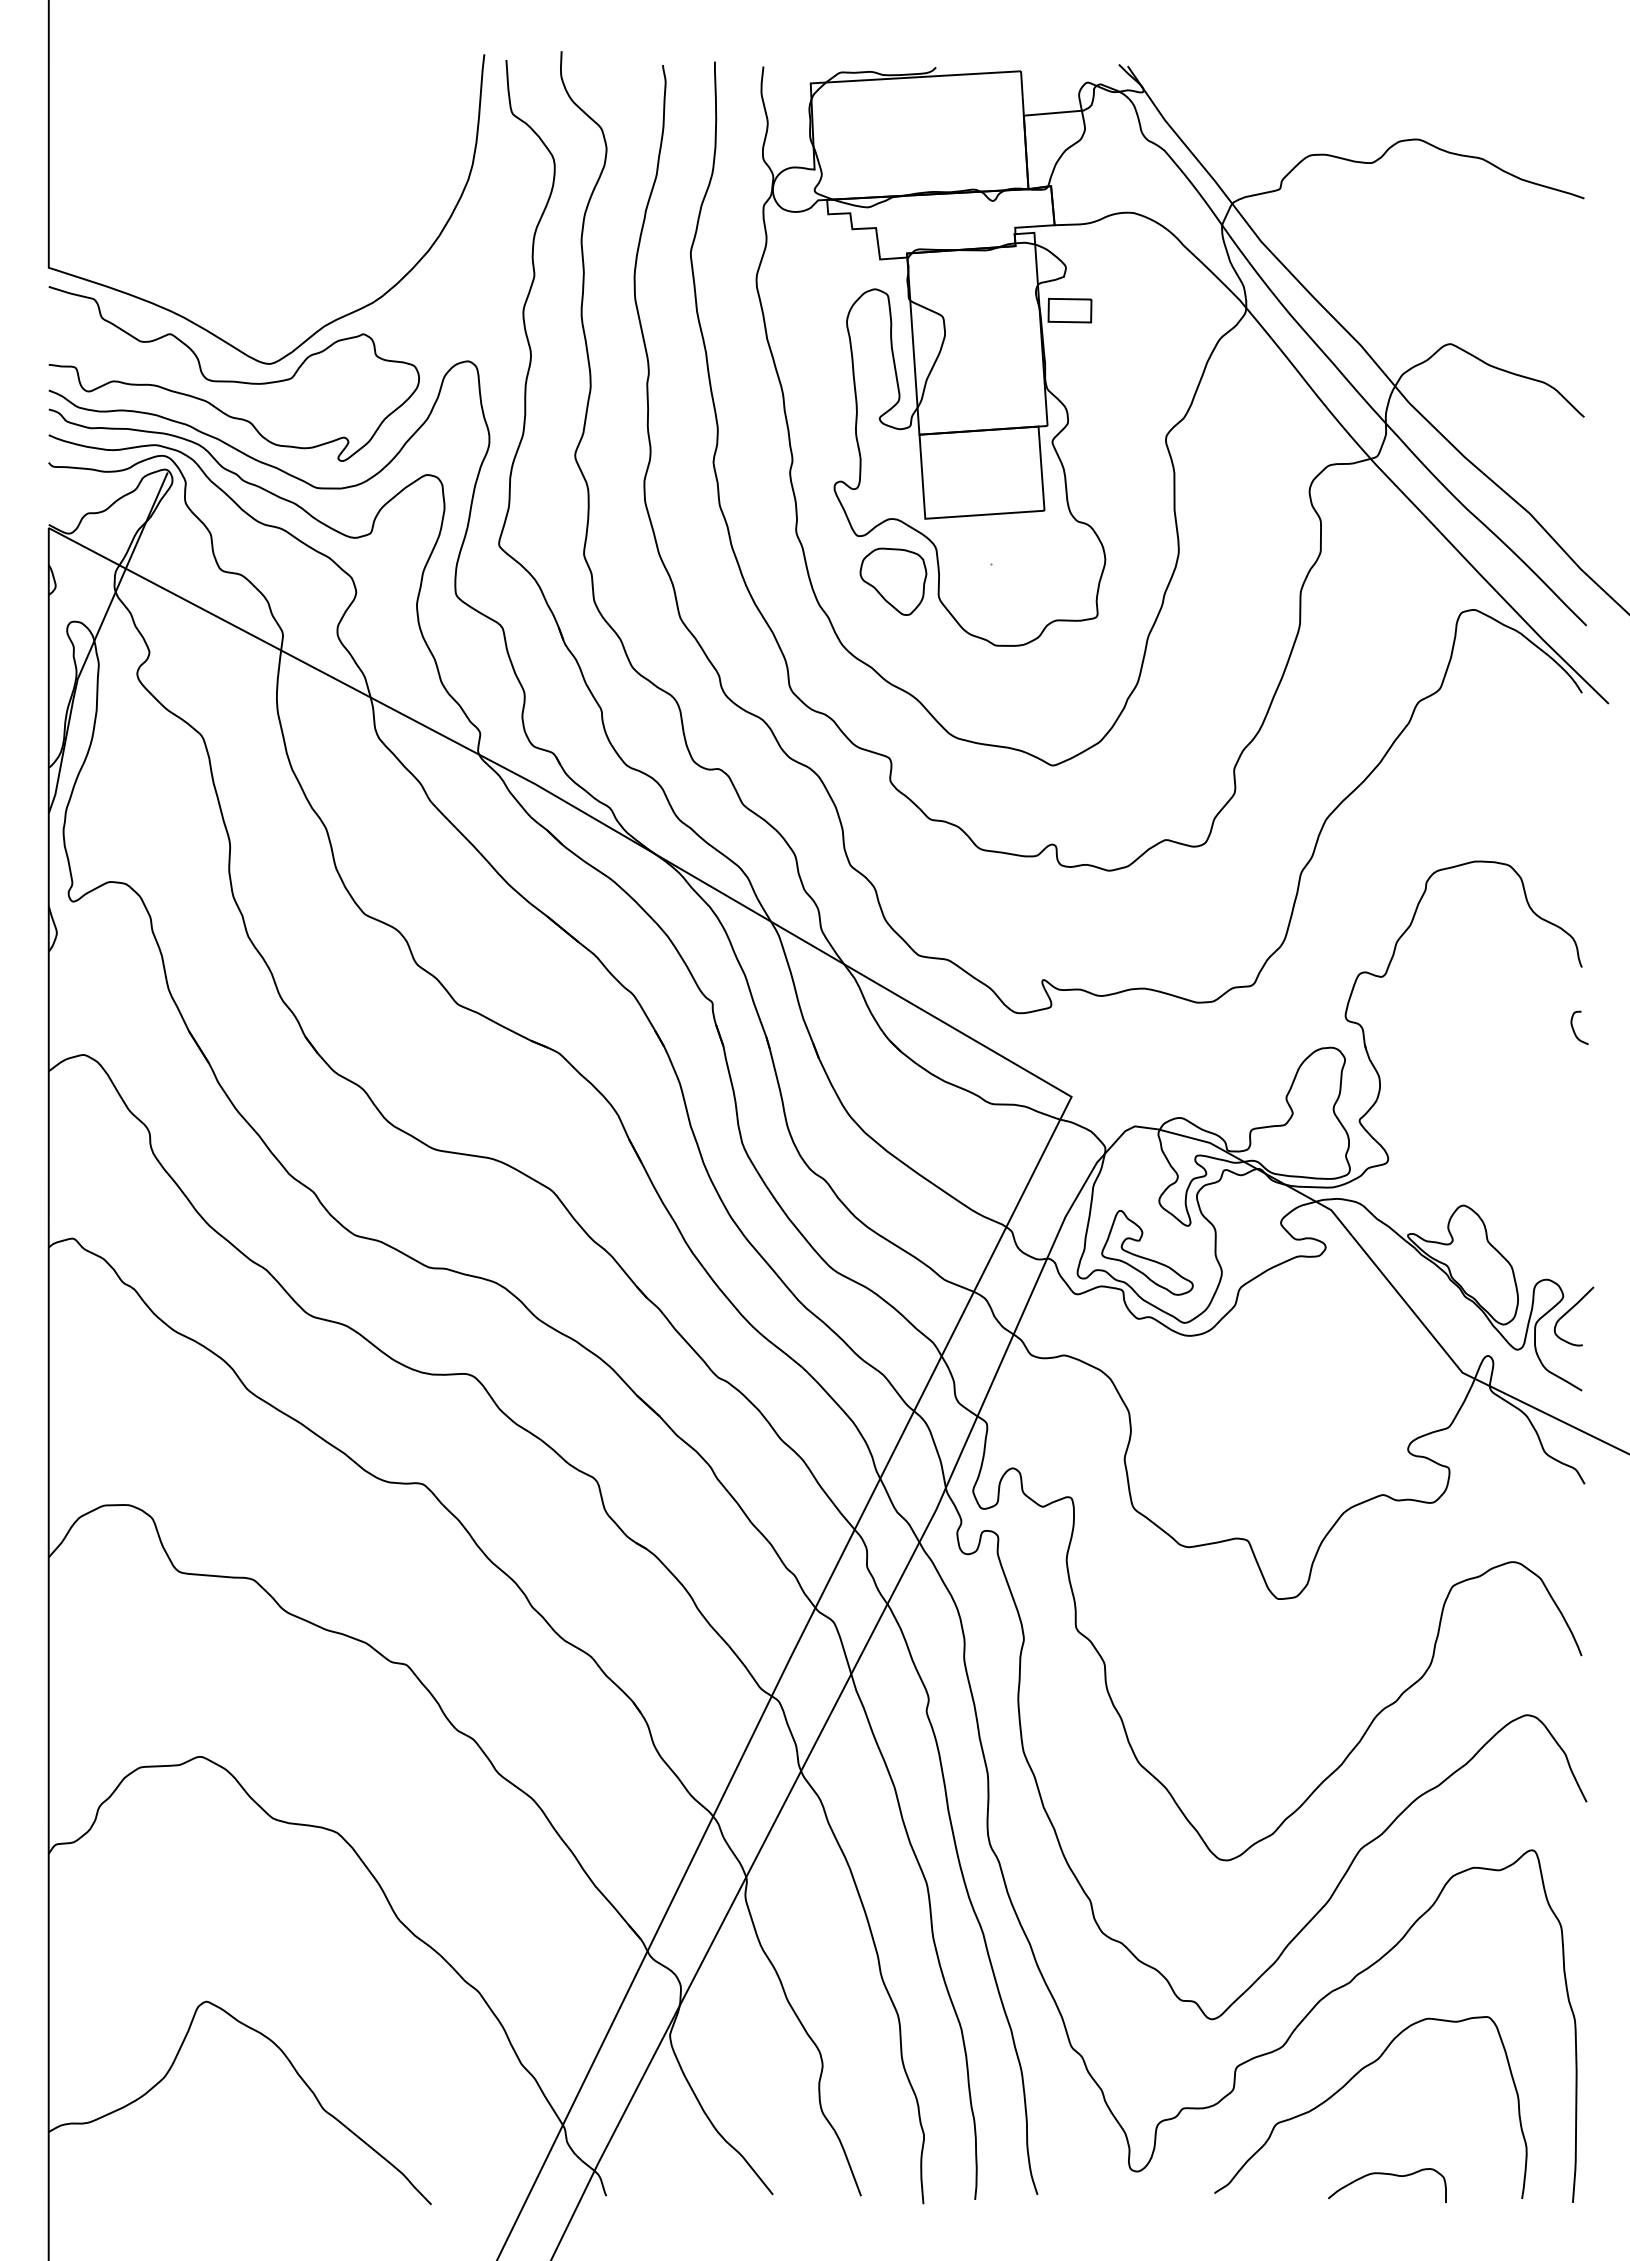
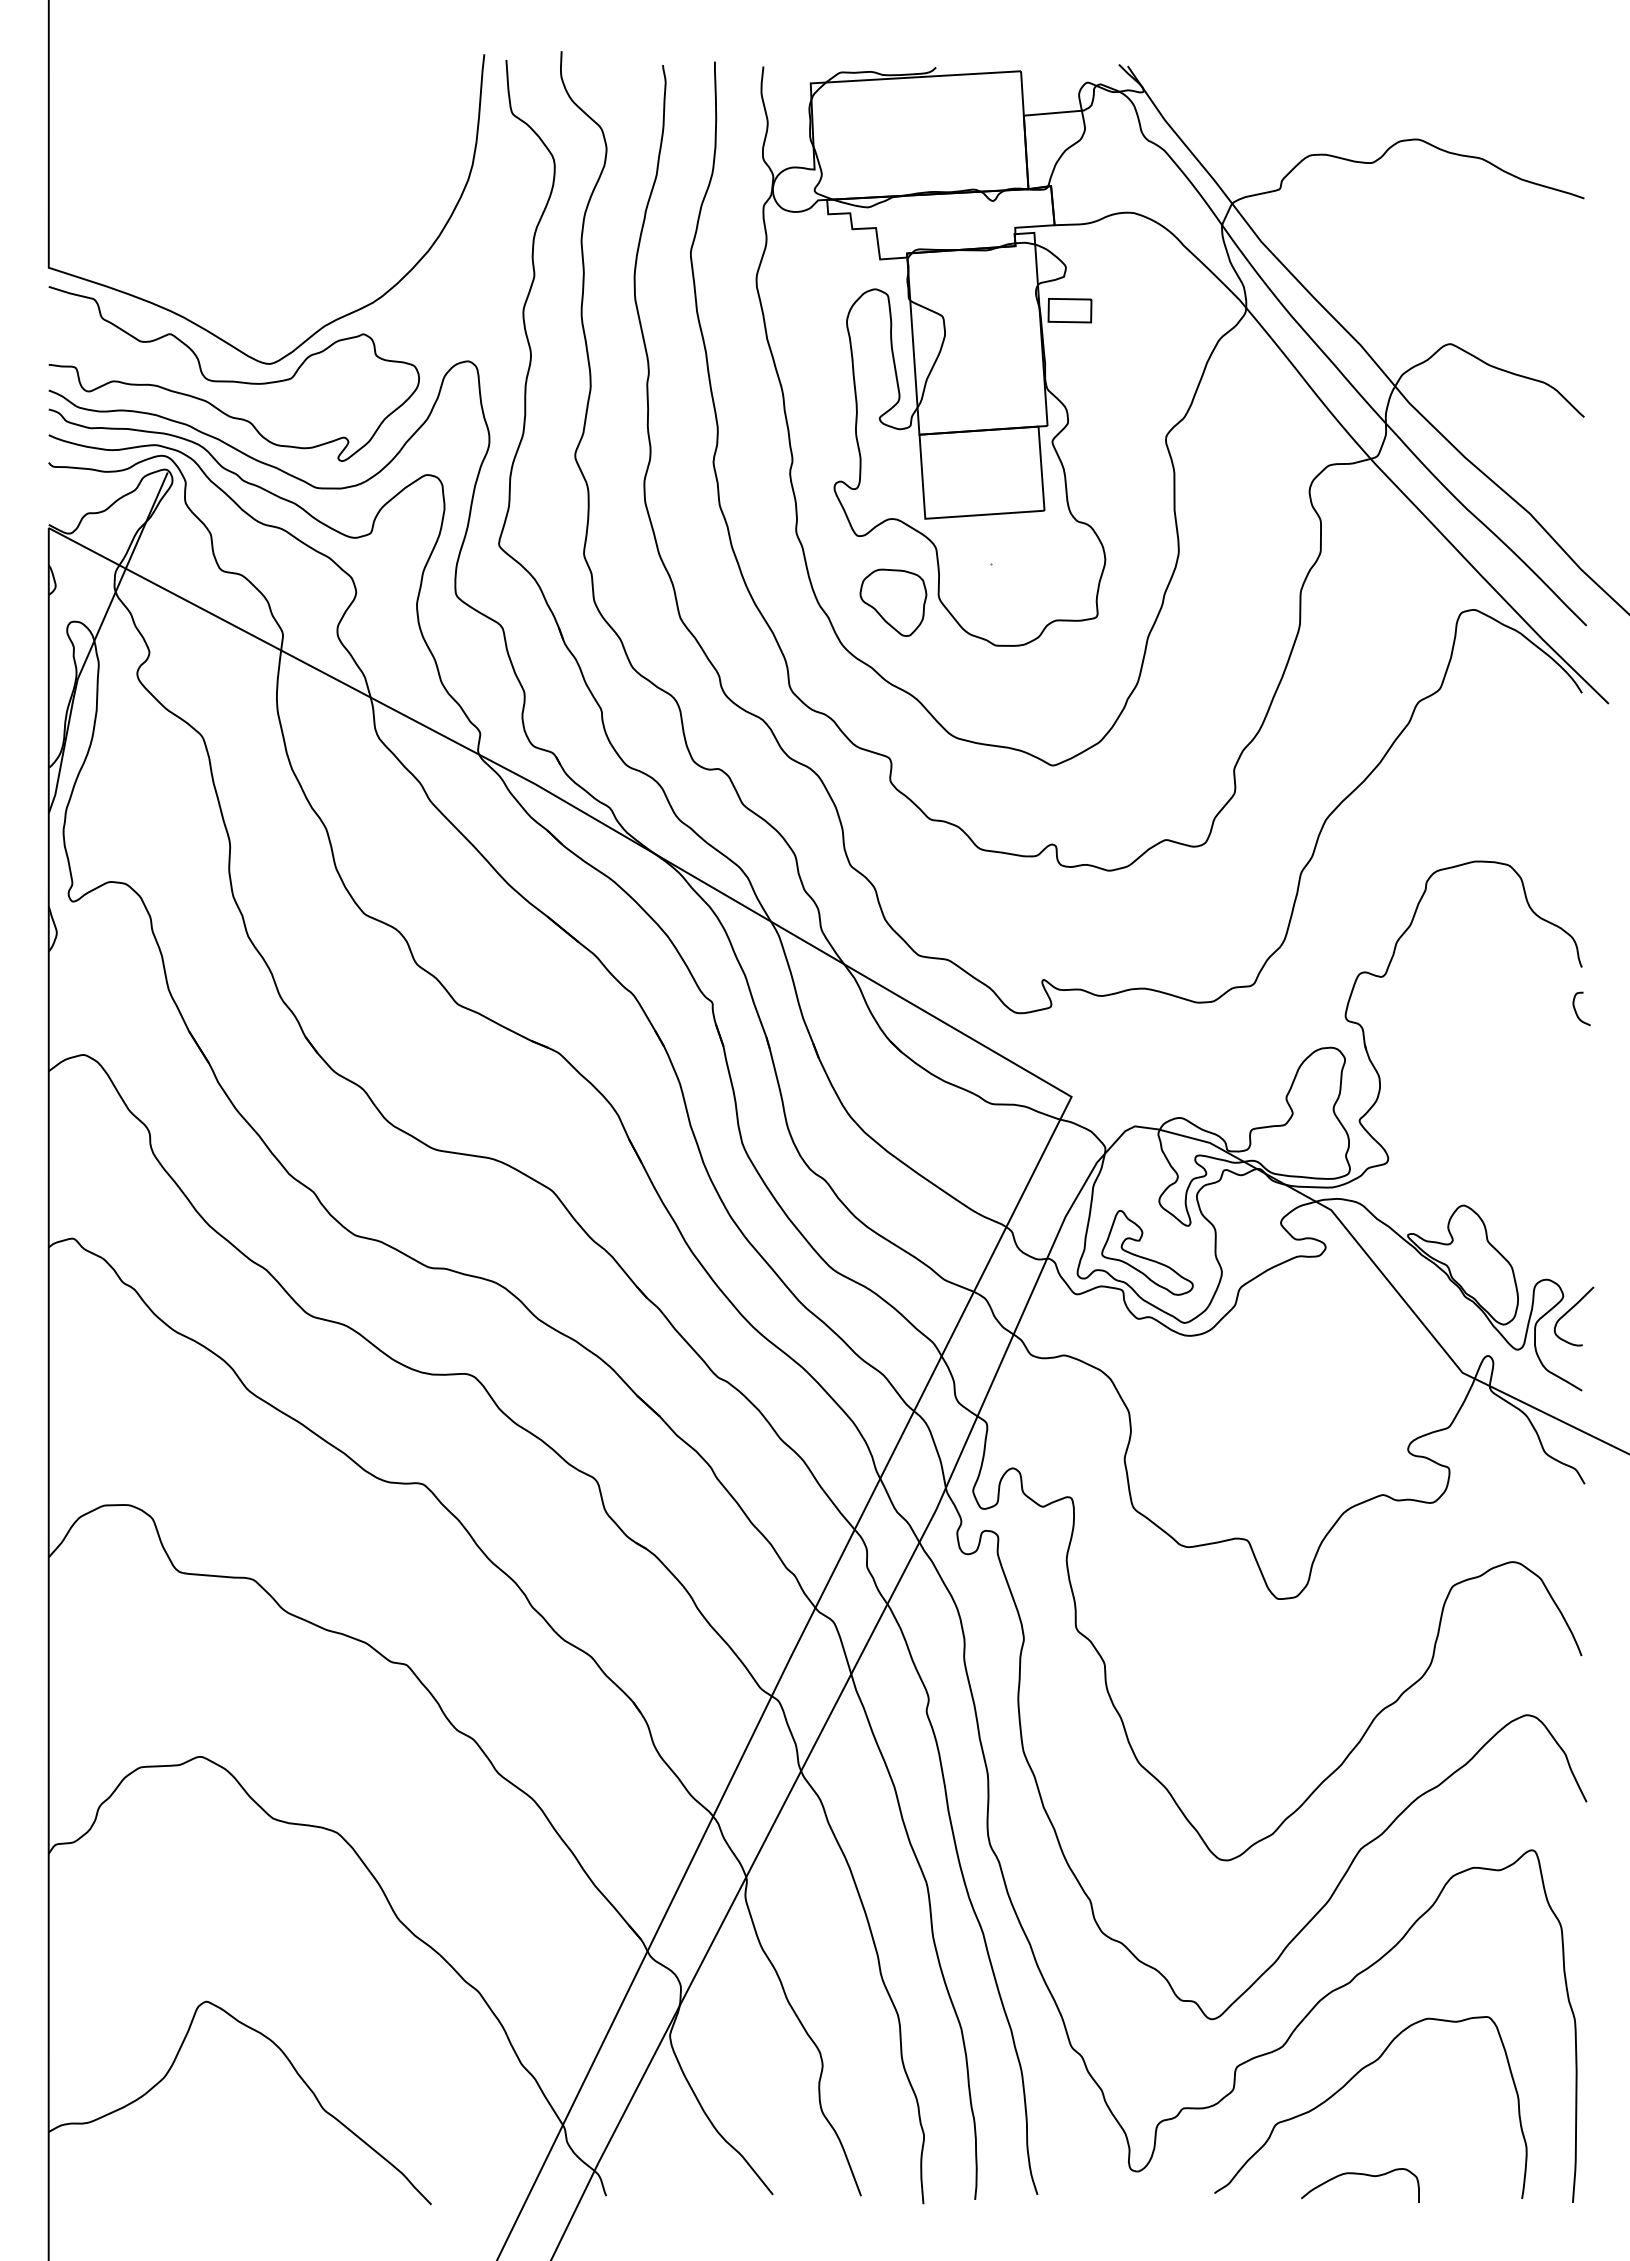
part at (893, 581) position: (893, 581) -> (893, 602)
curve at (1574, 1029) position: (1574, 1029) -> (1576, 1010)
curve at (1389, 2175) position: (1389, 2175) -> (1362, 2175)
